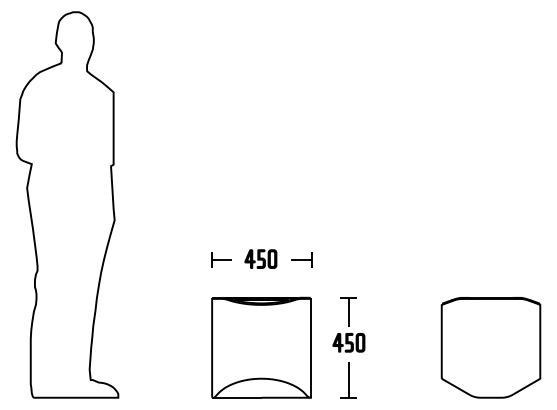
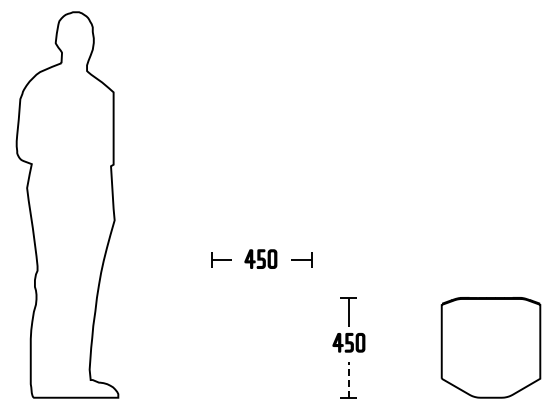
part at (261, 347): present -> none
line at (348, 379): solid -> dashed
